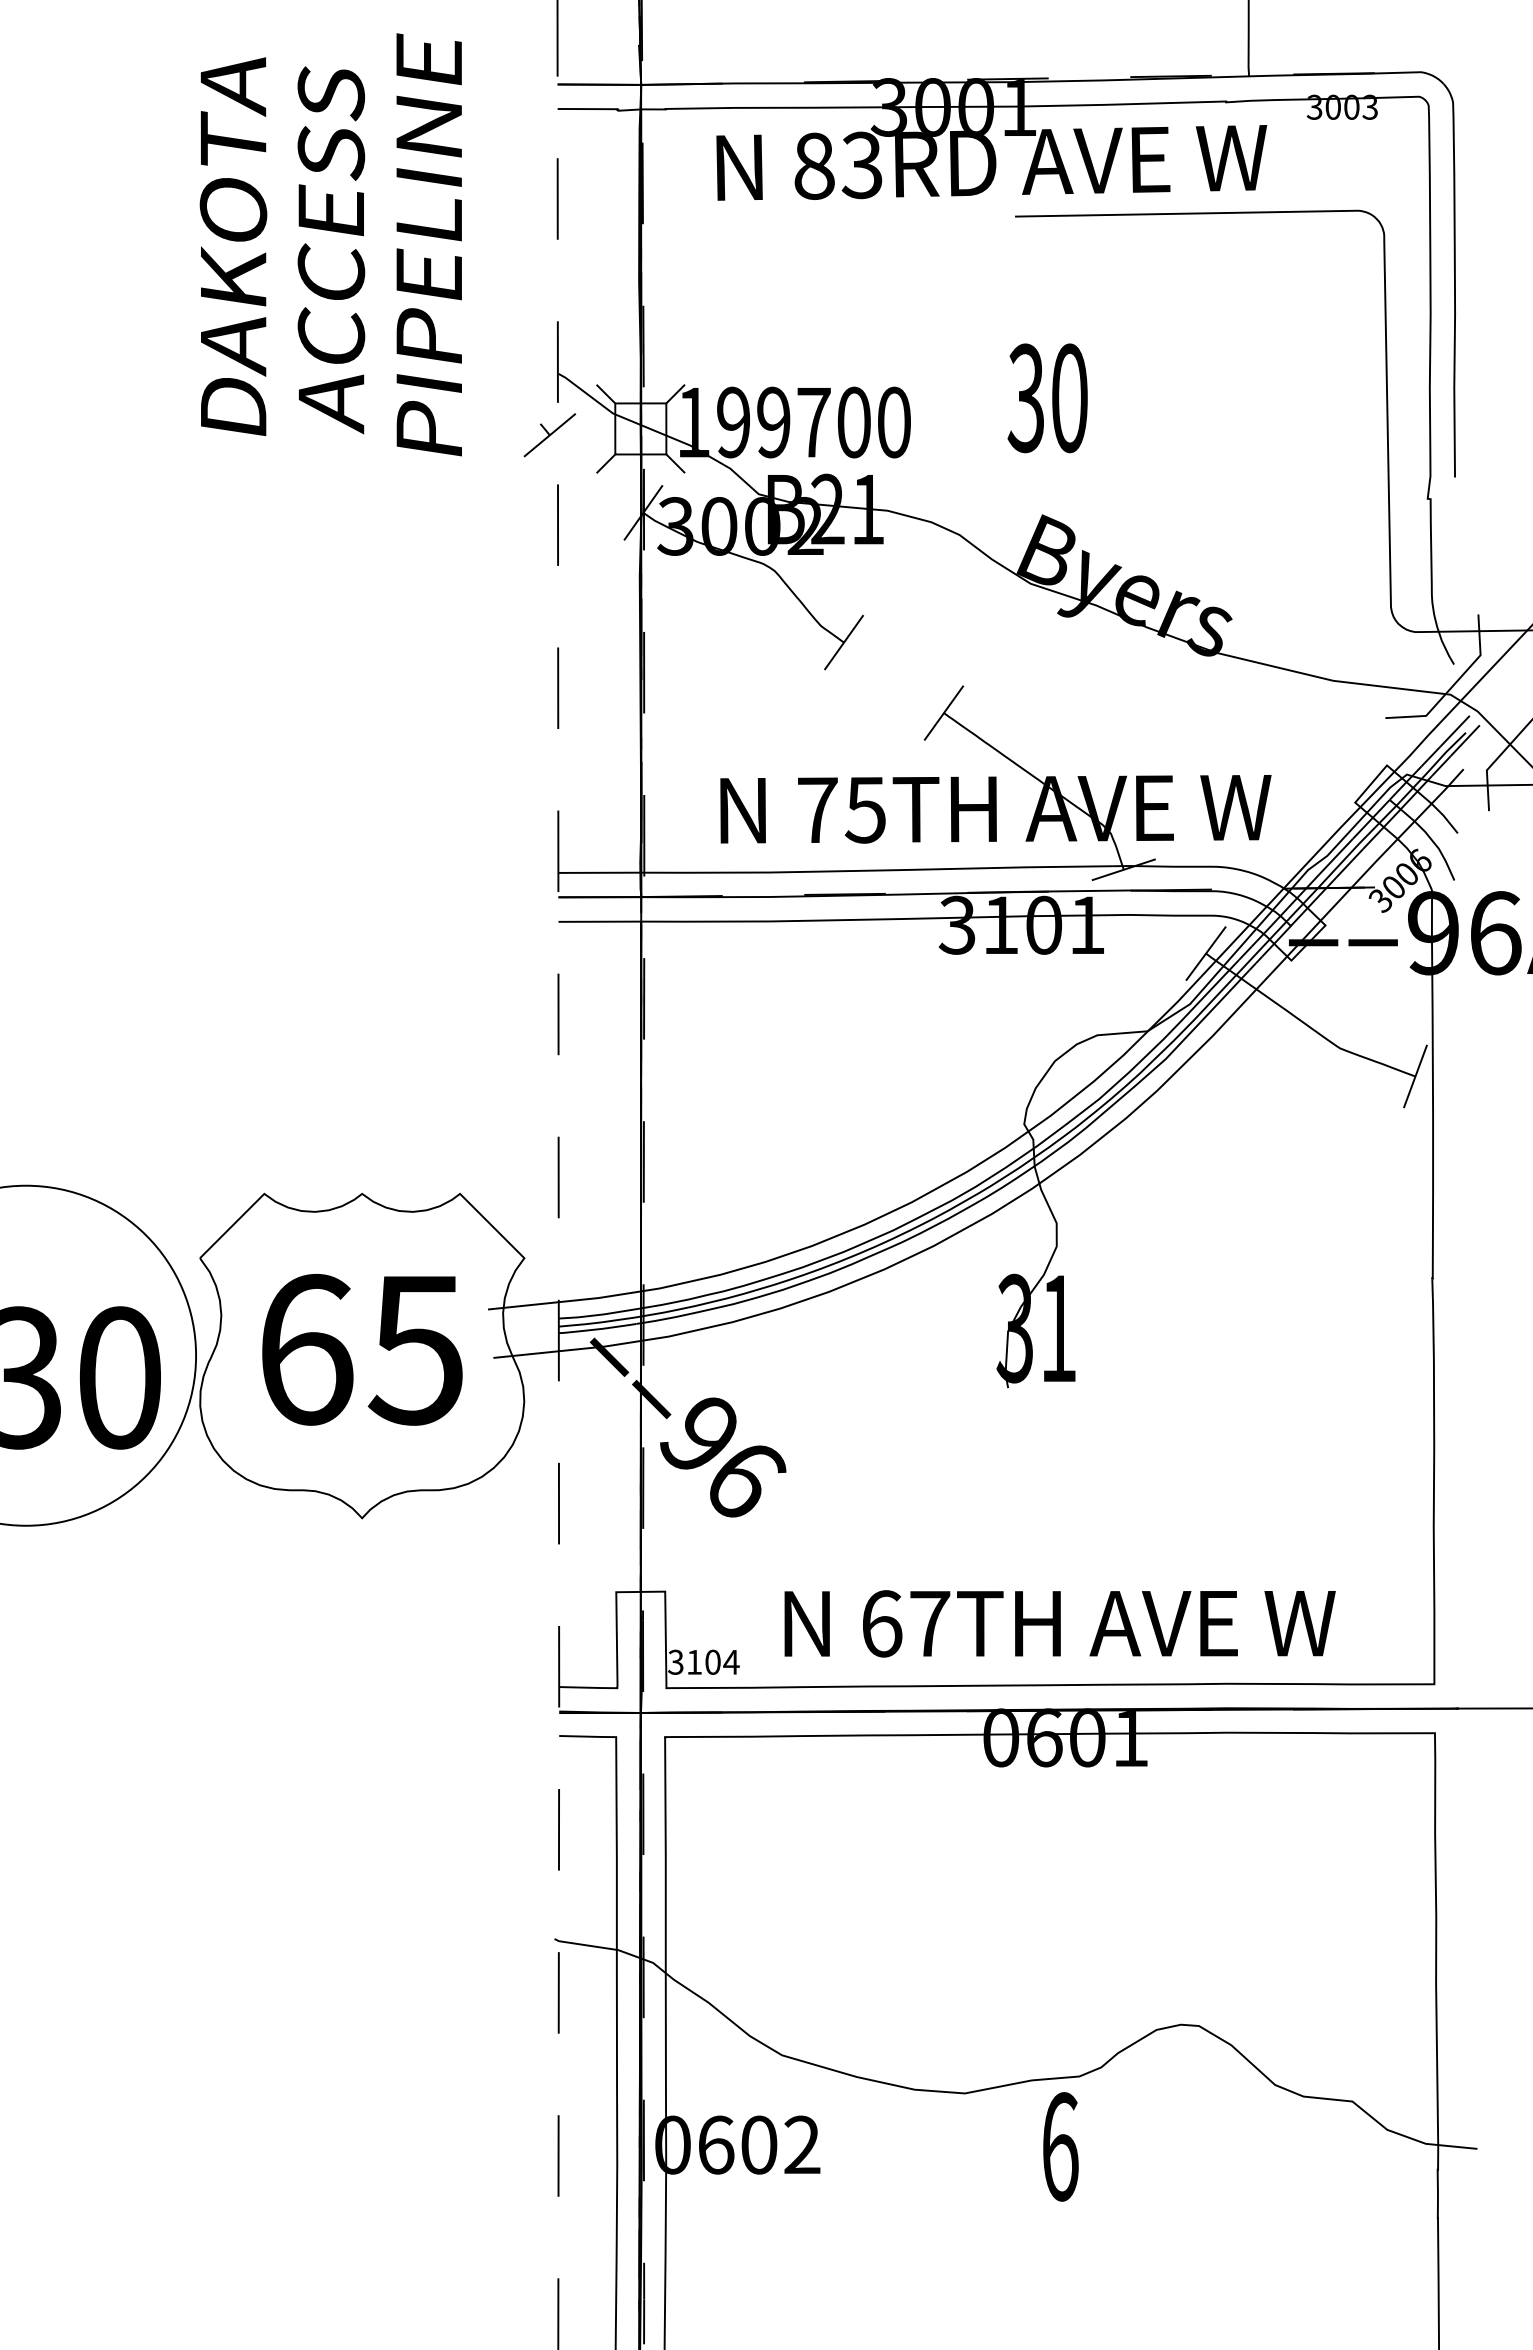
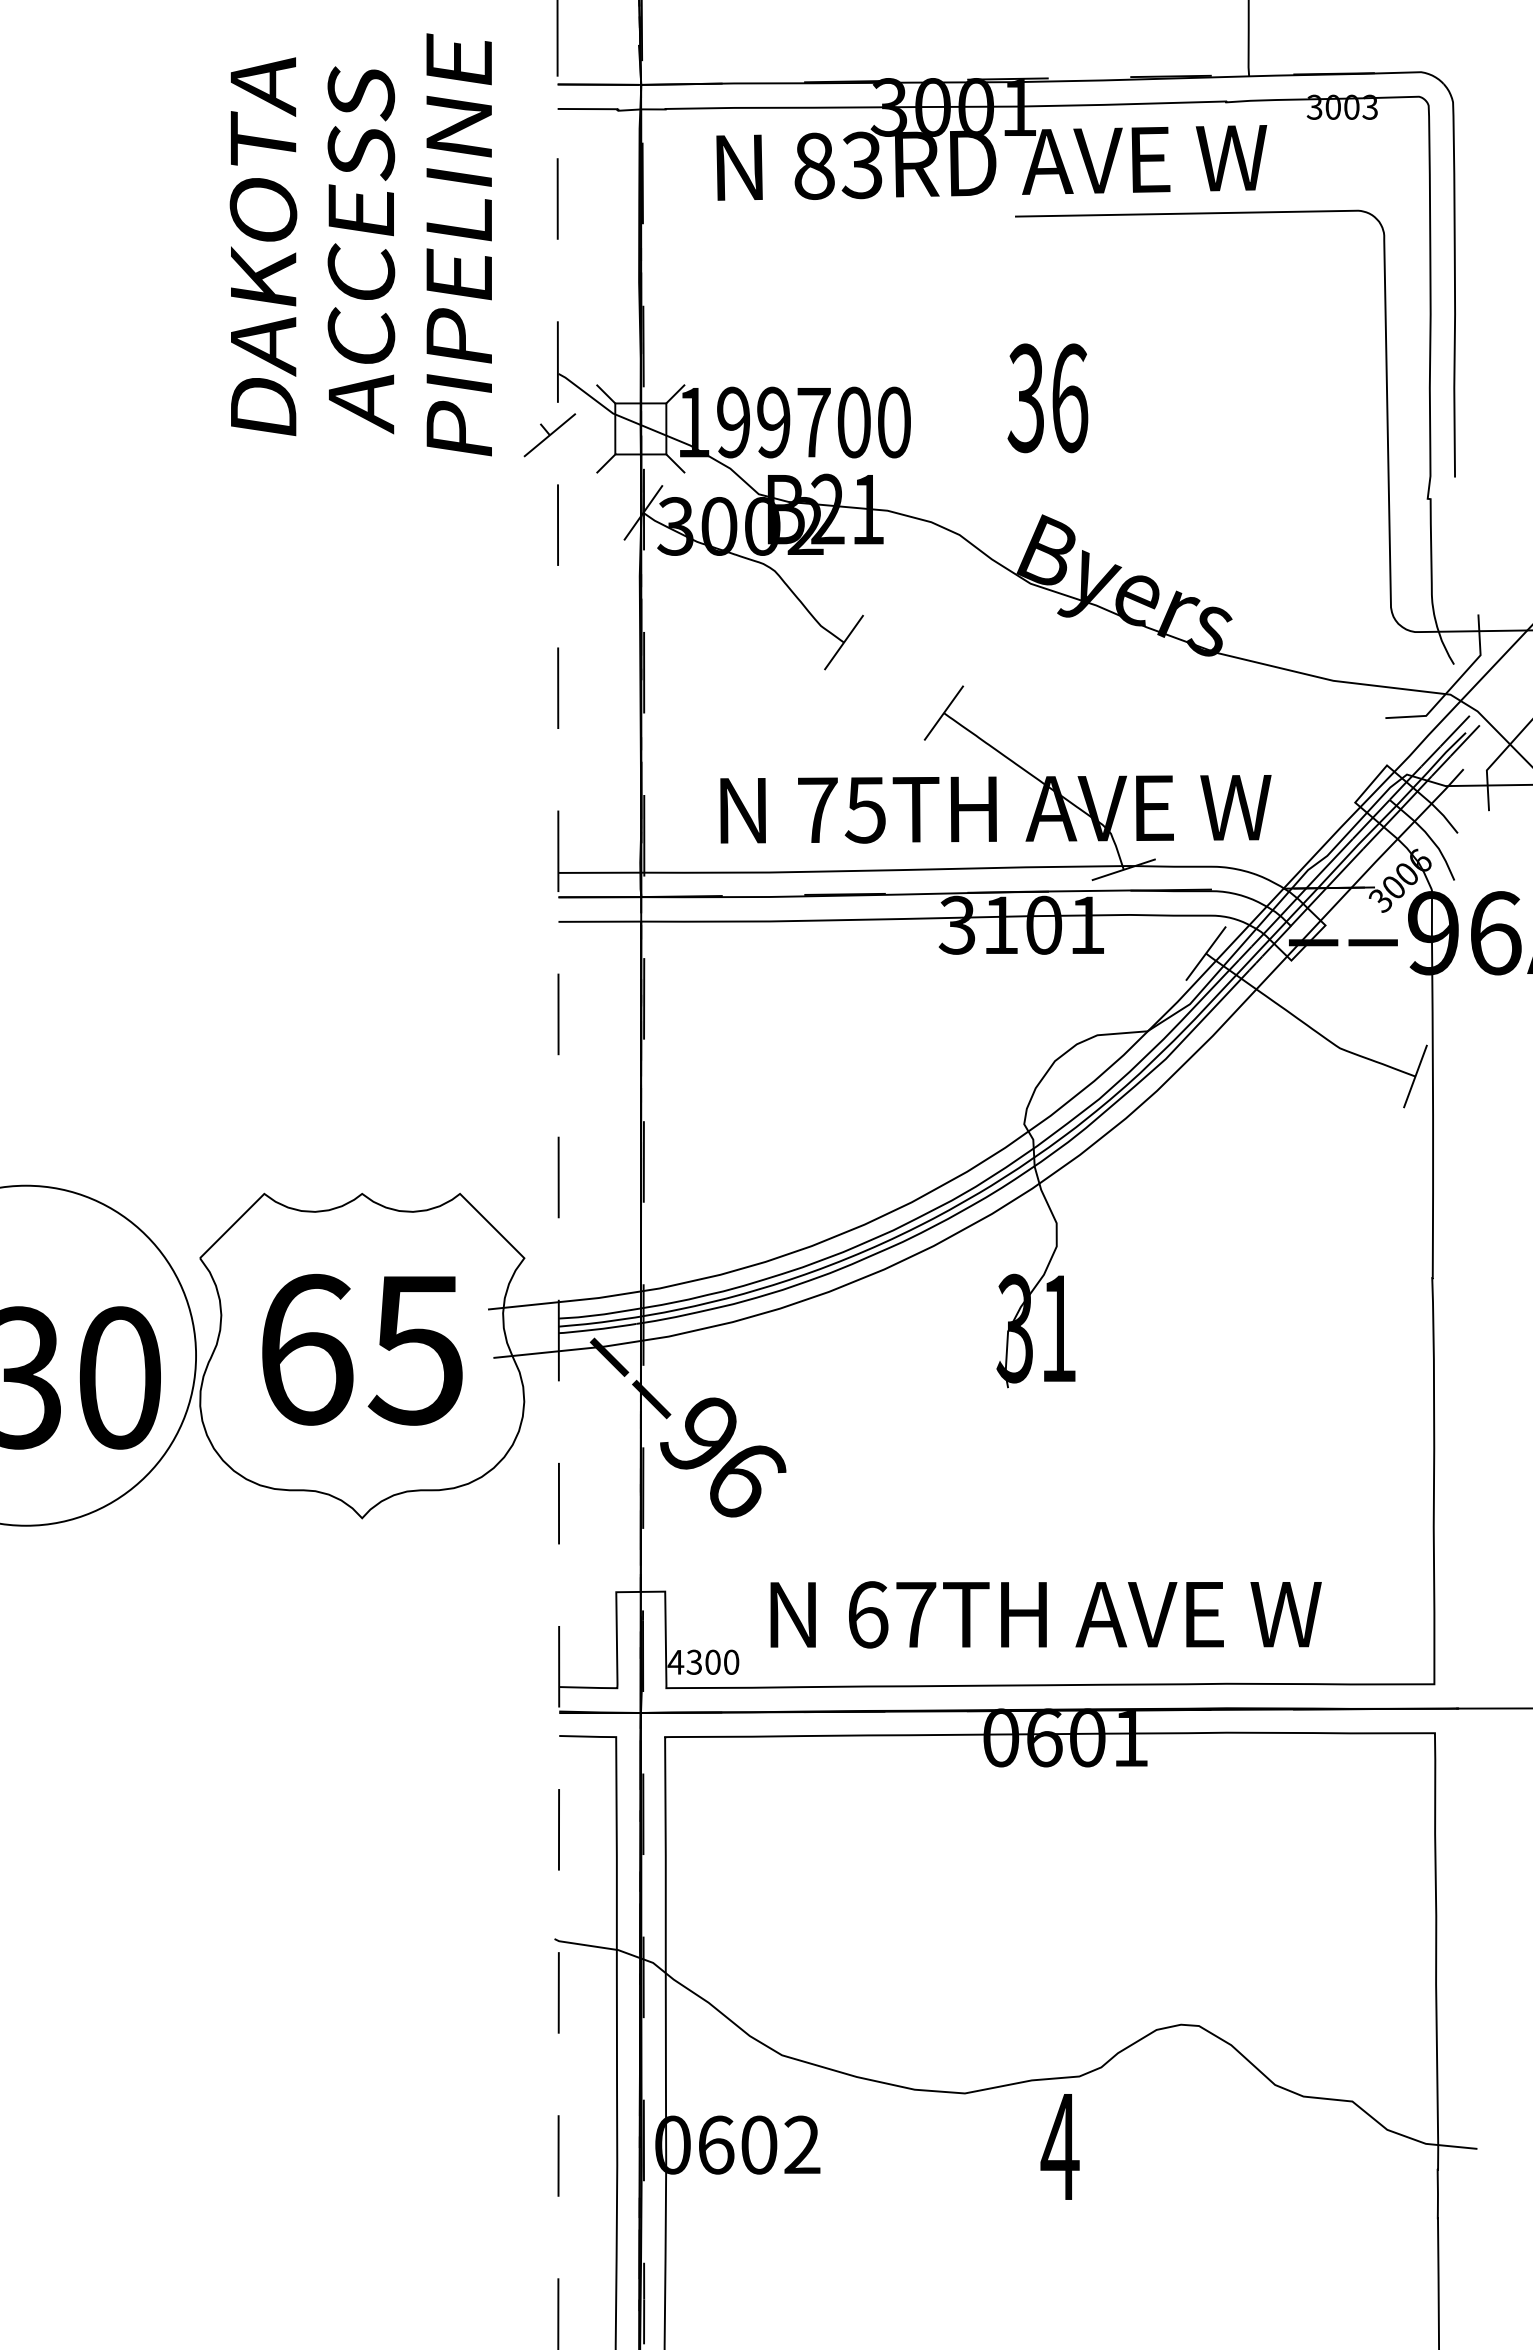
text at (330, 244) position: (330, 244) -> (360, 244)
text at (1070, 398): 30 -> 36
text at (1059, 1623) position: (1059, 1623) -> (1045, 1614)
text at (703, 1661): 3104 -> 4300
text at (1059, 2146): 6 -> 4
